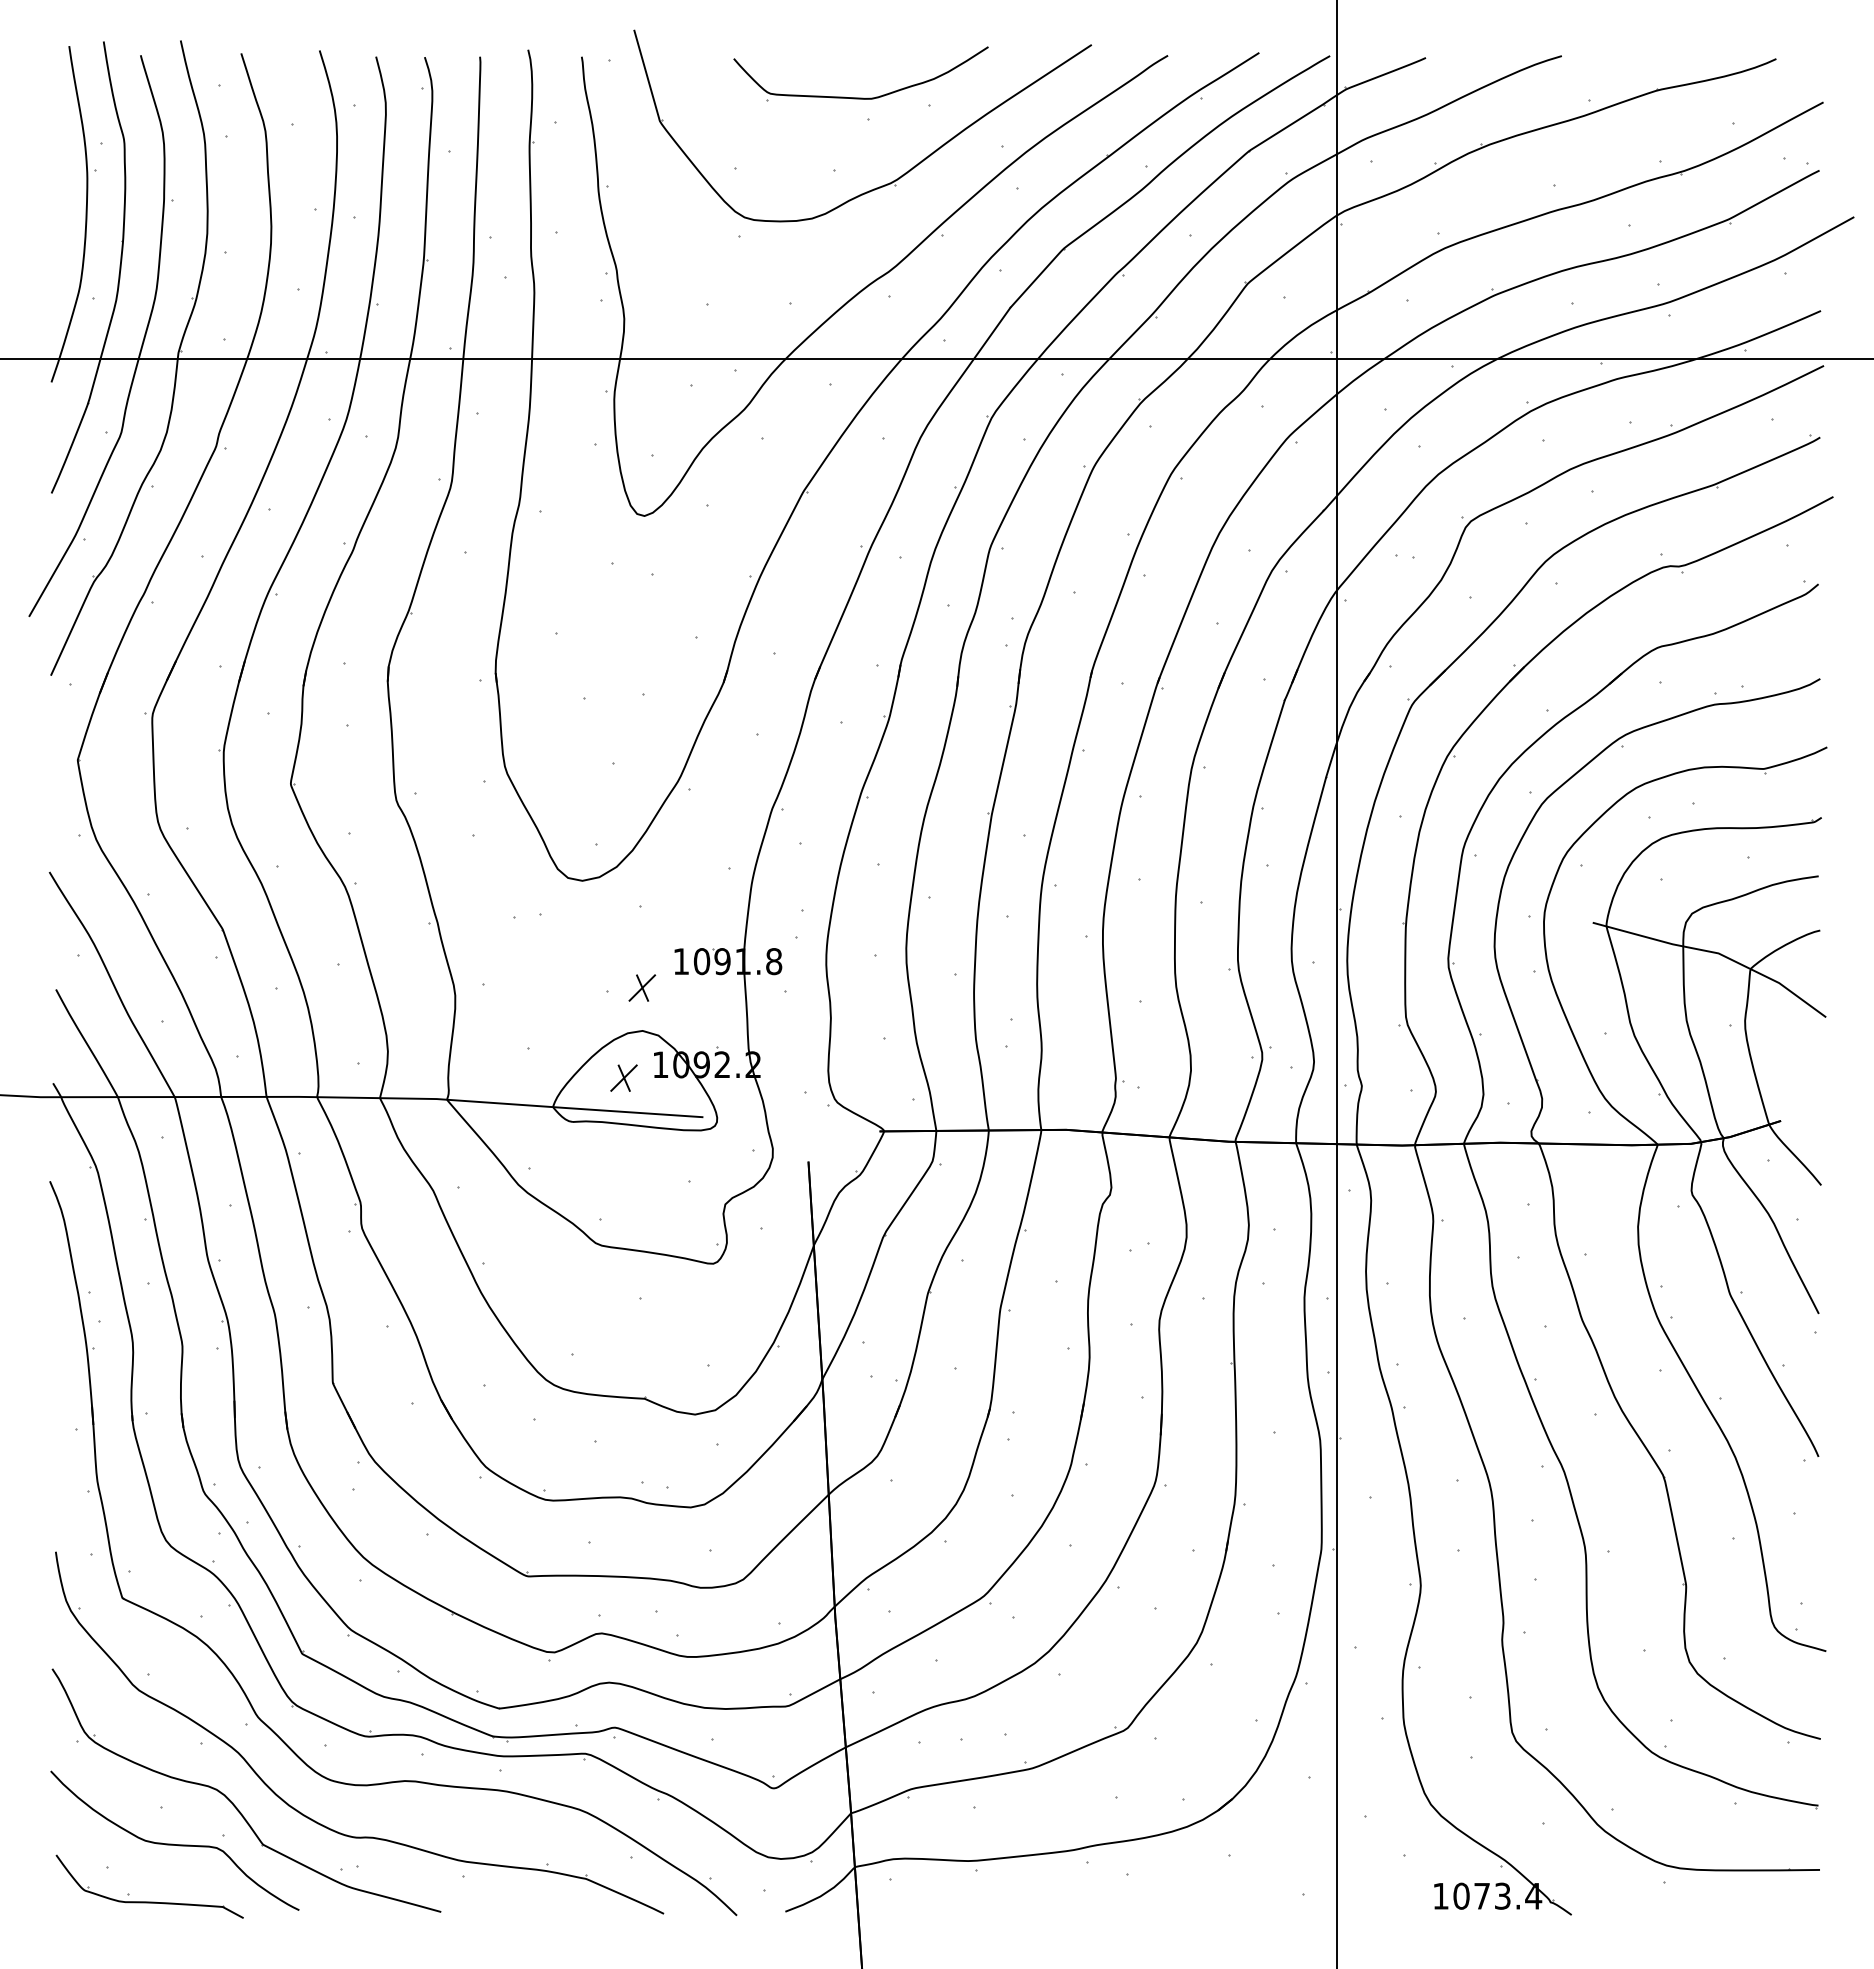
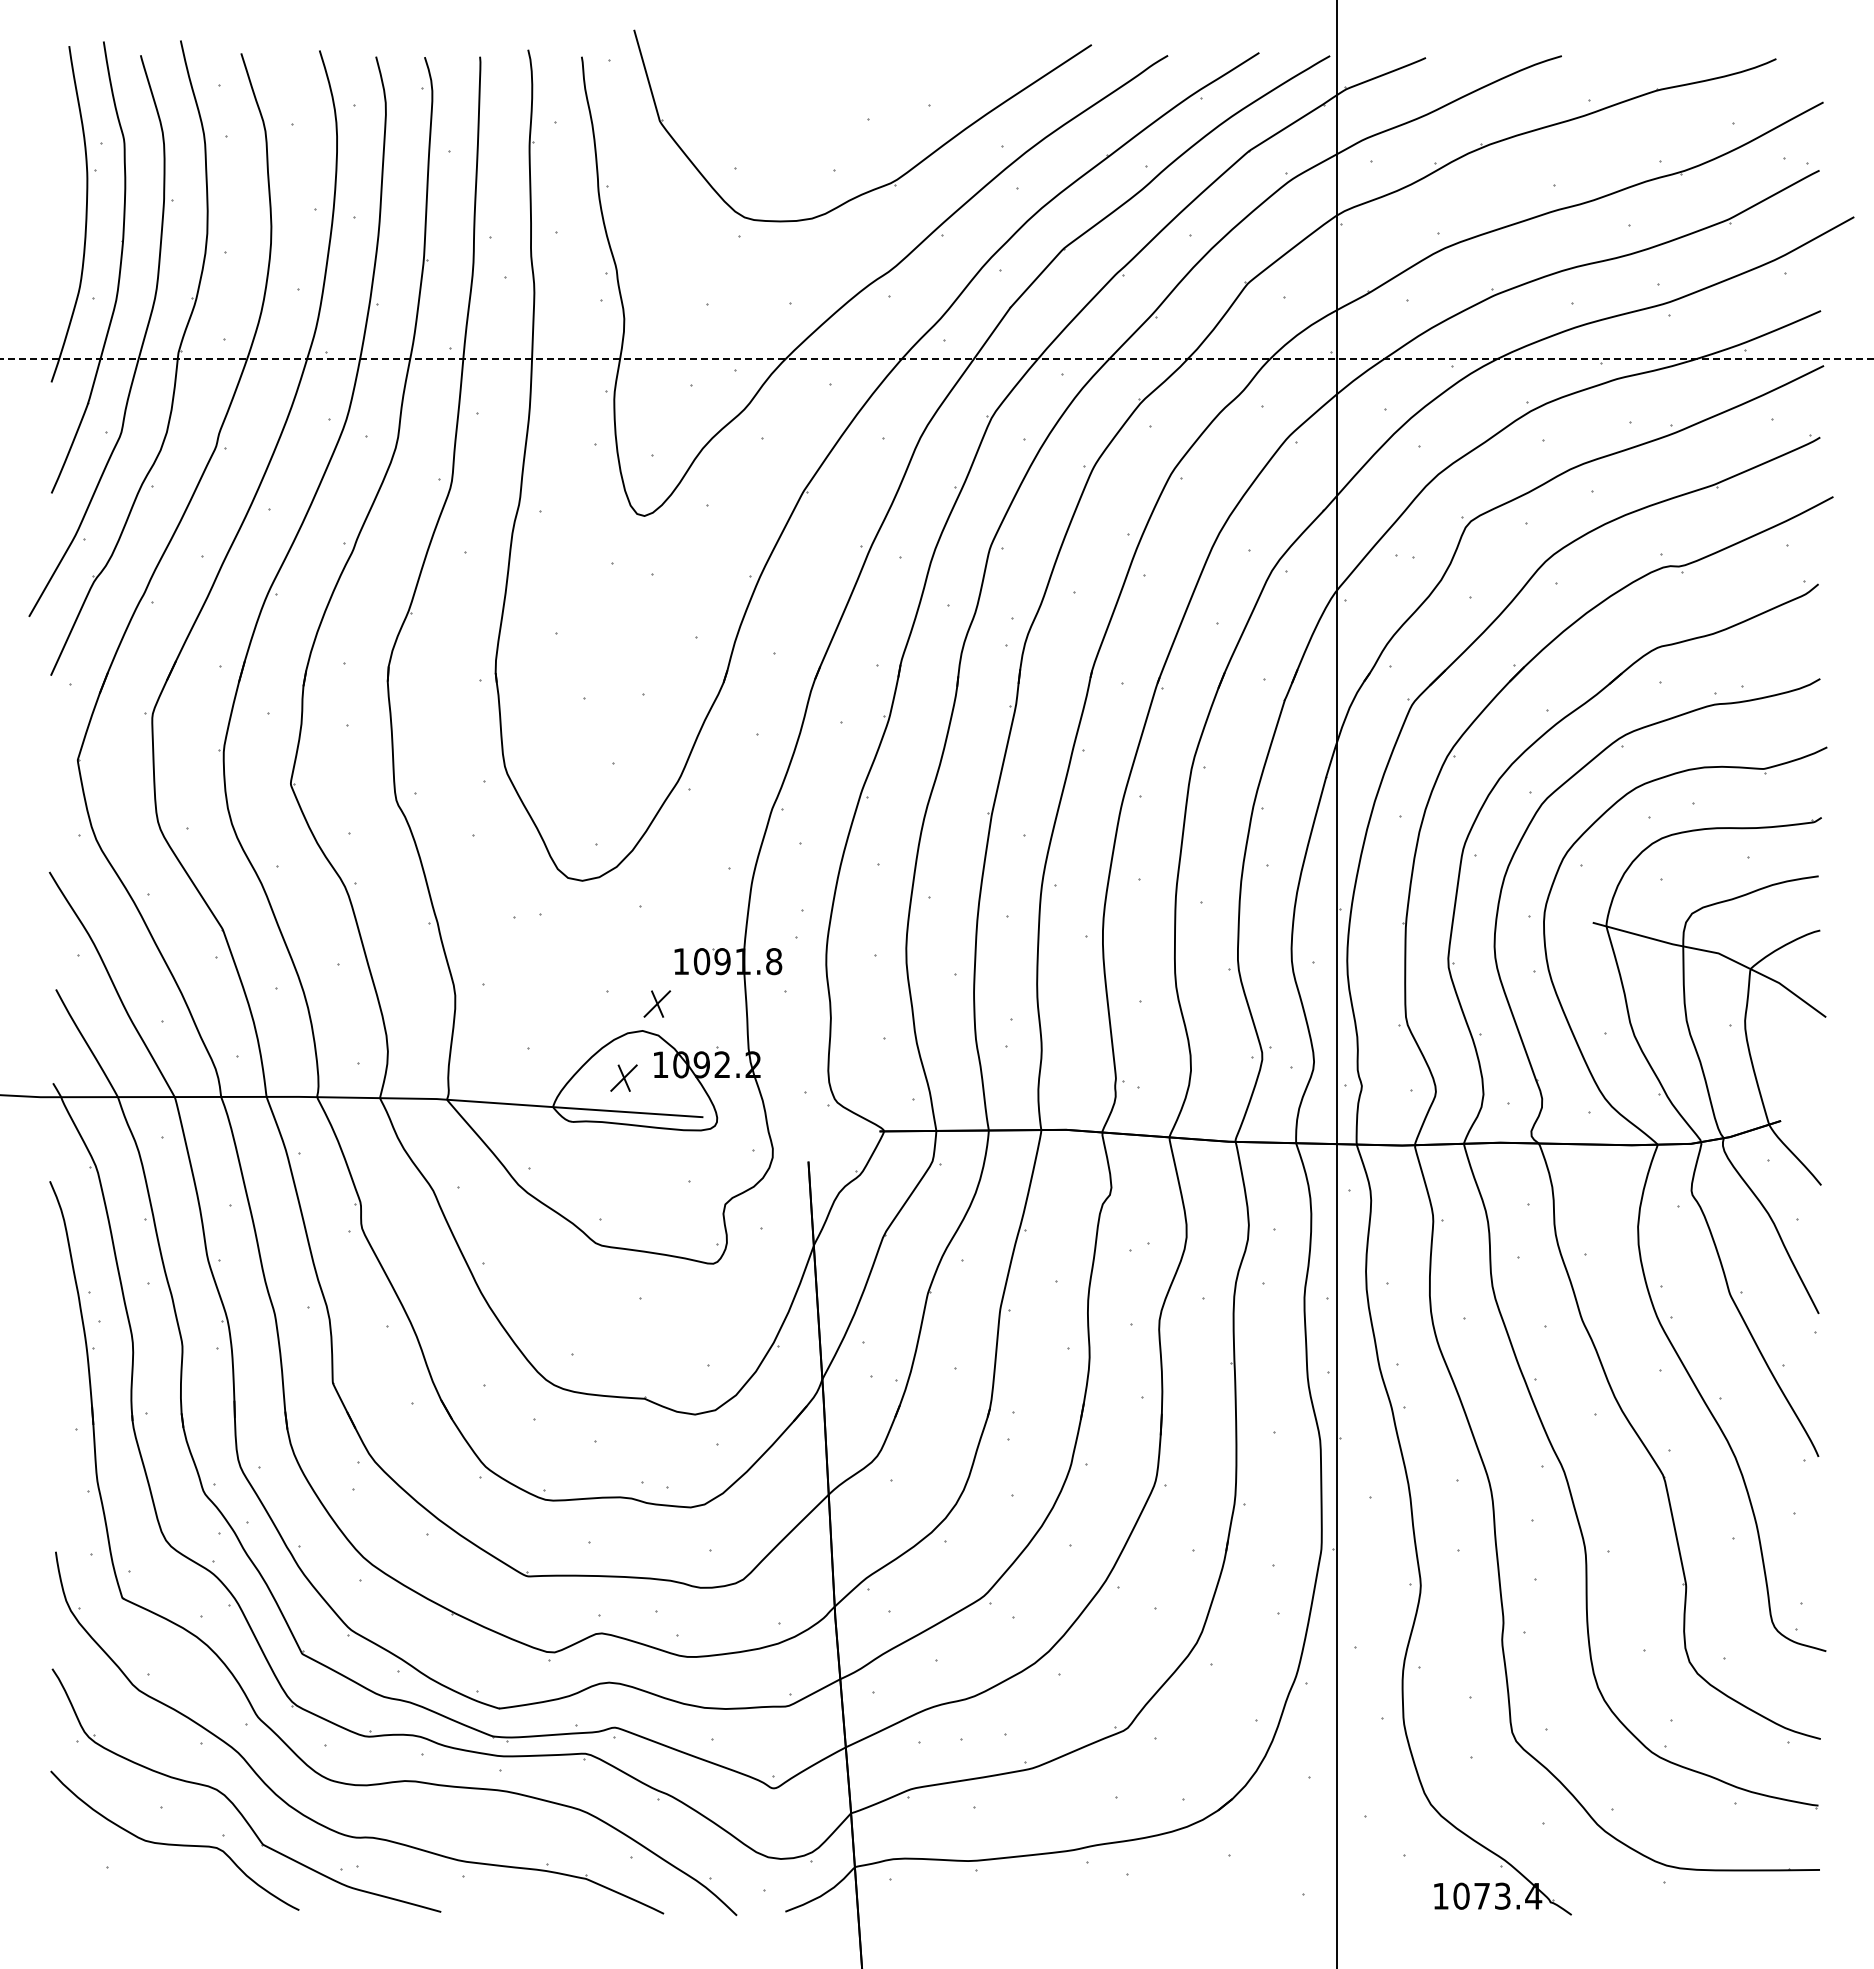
part at (860, 97): present -> none
line at (937, 358): solid -> dashed
part at (642, 987) position: (642, 987) -> (657, 1003)
part at (149, 1901): present -> none
